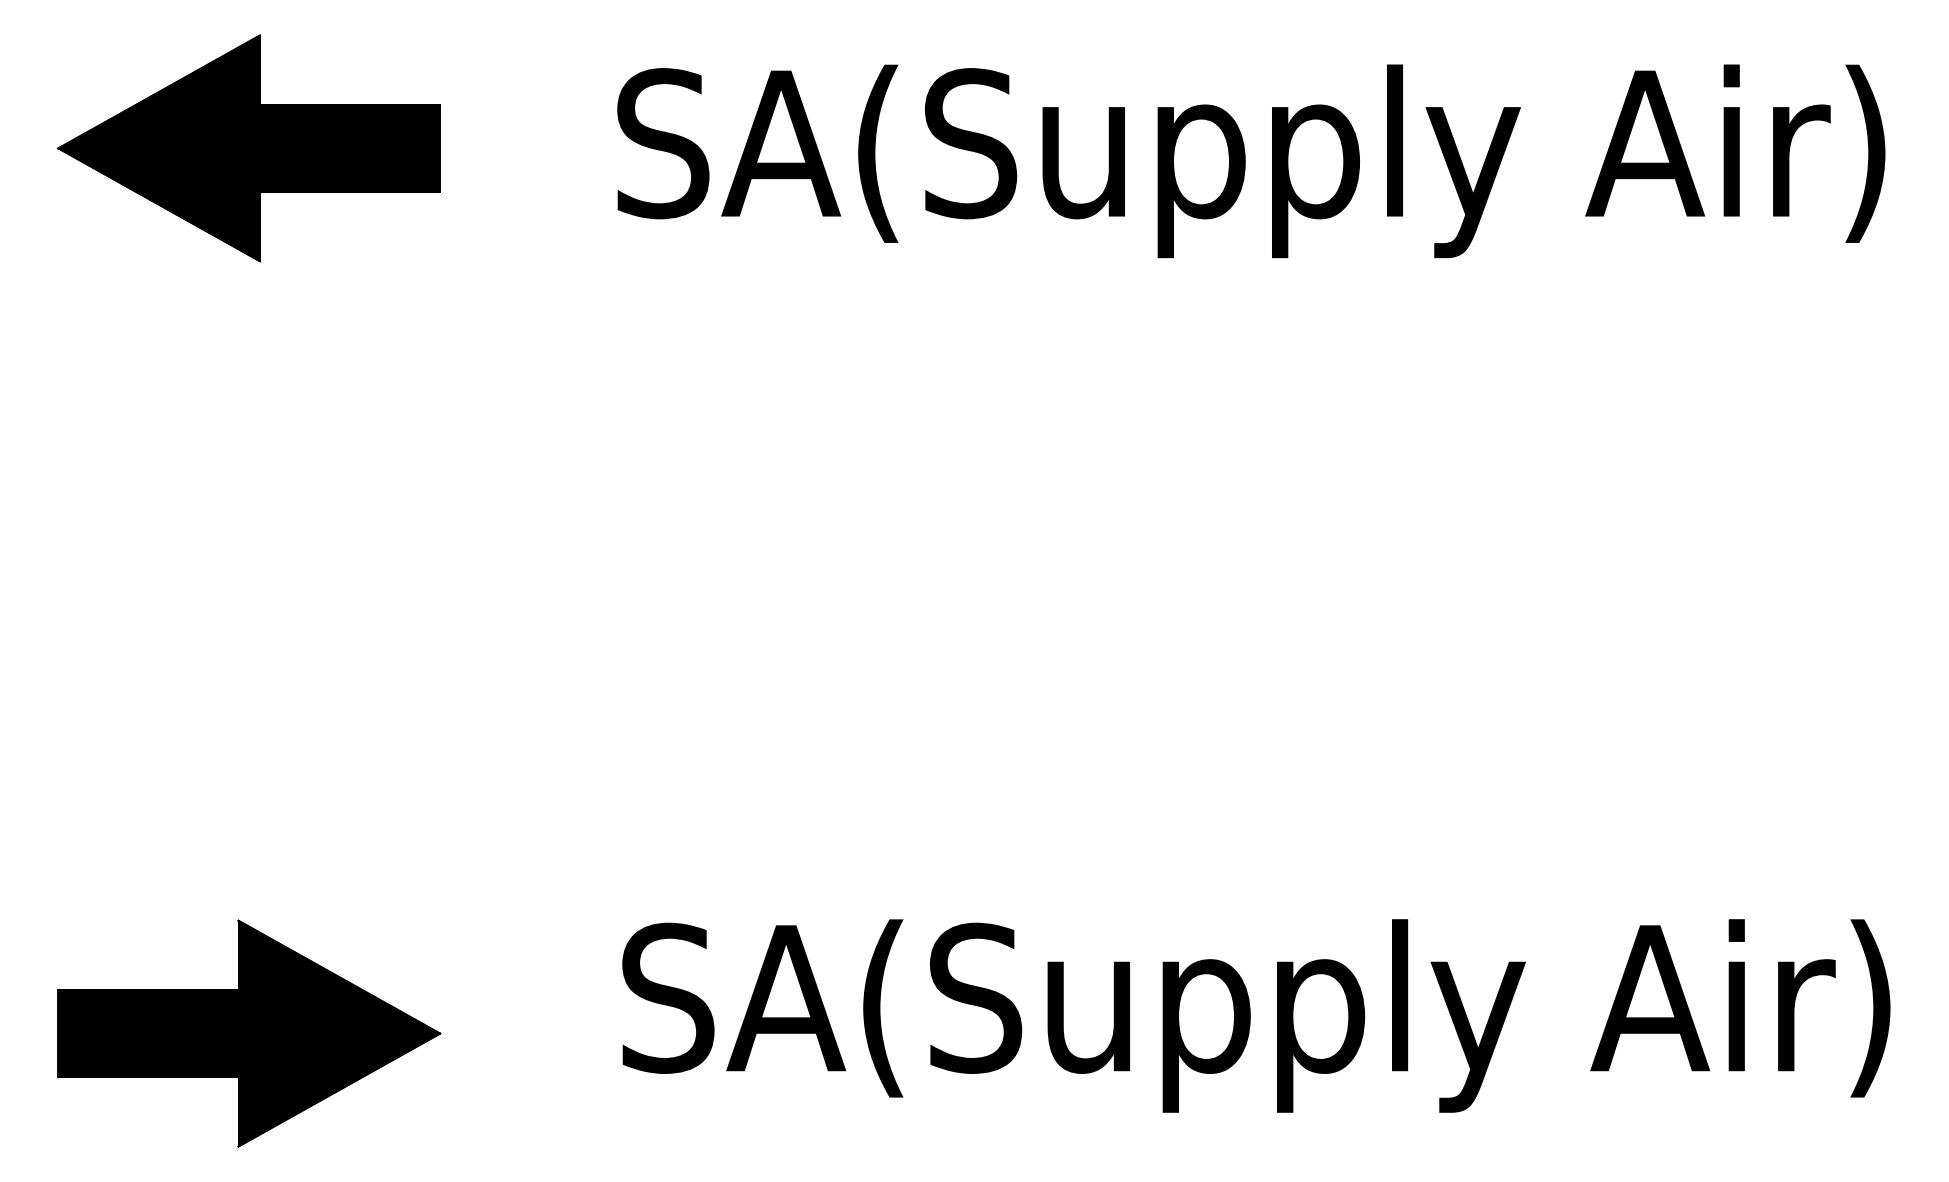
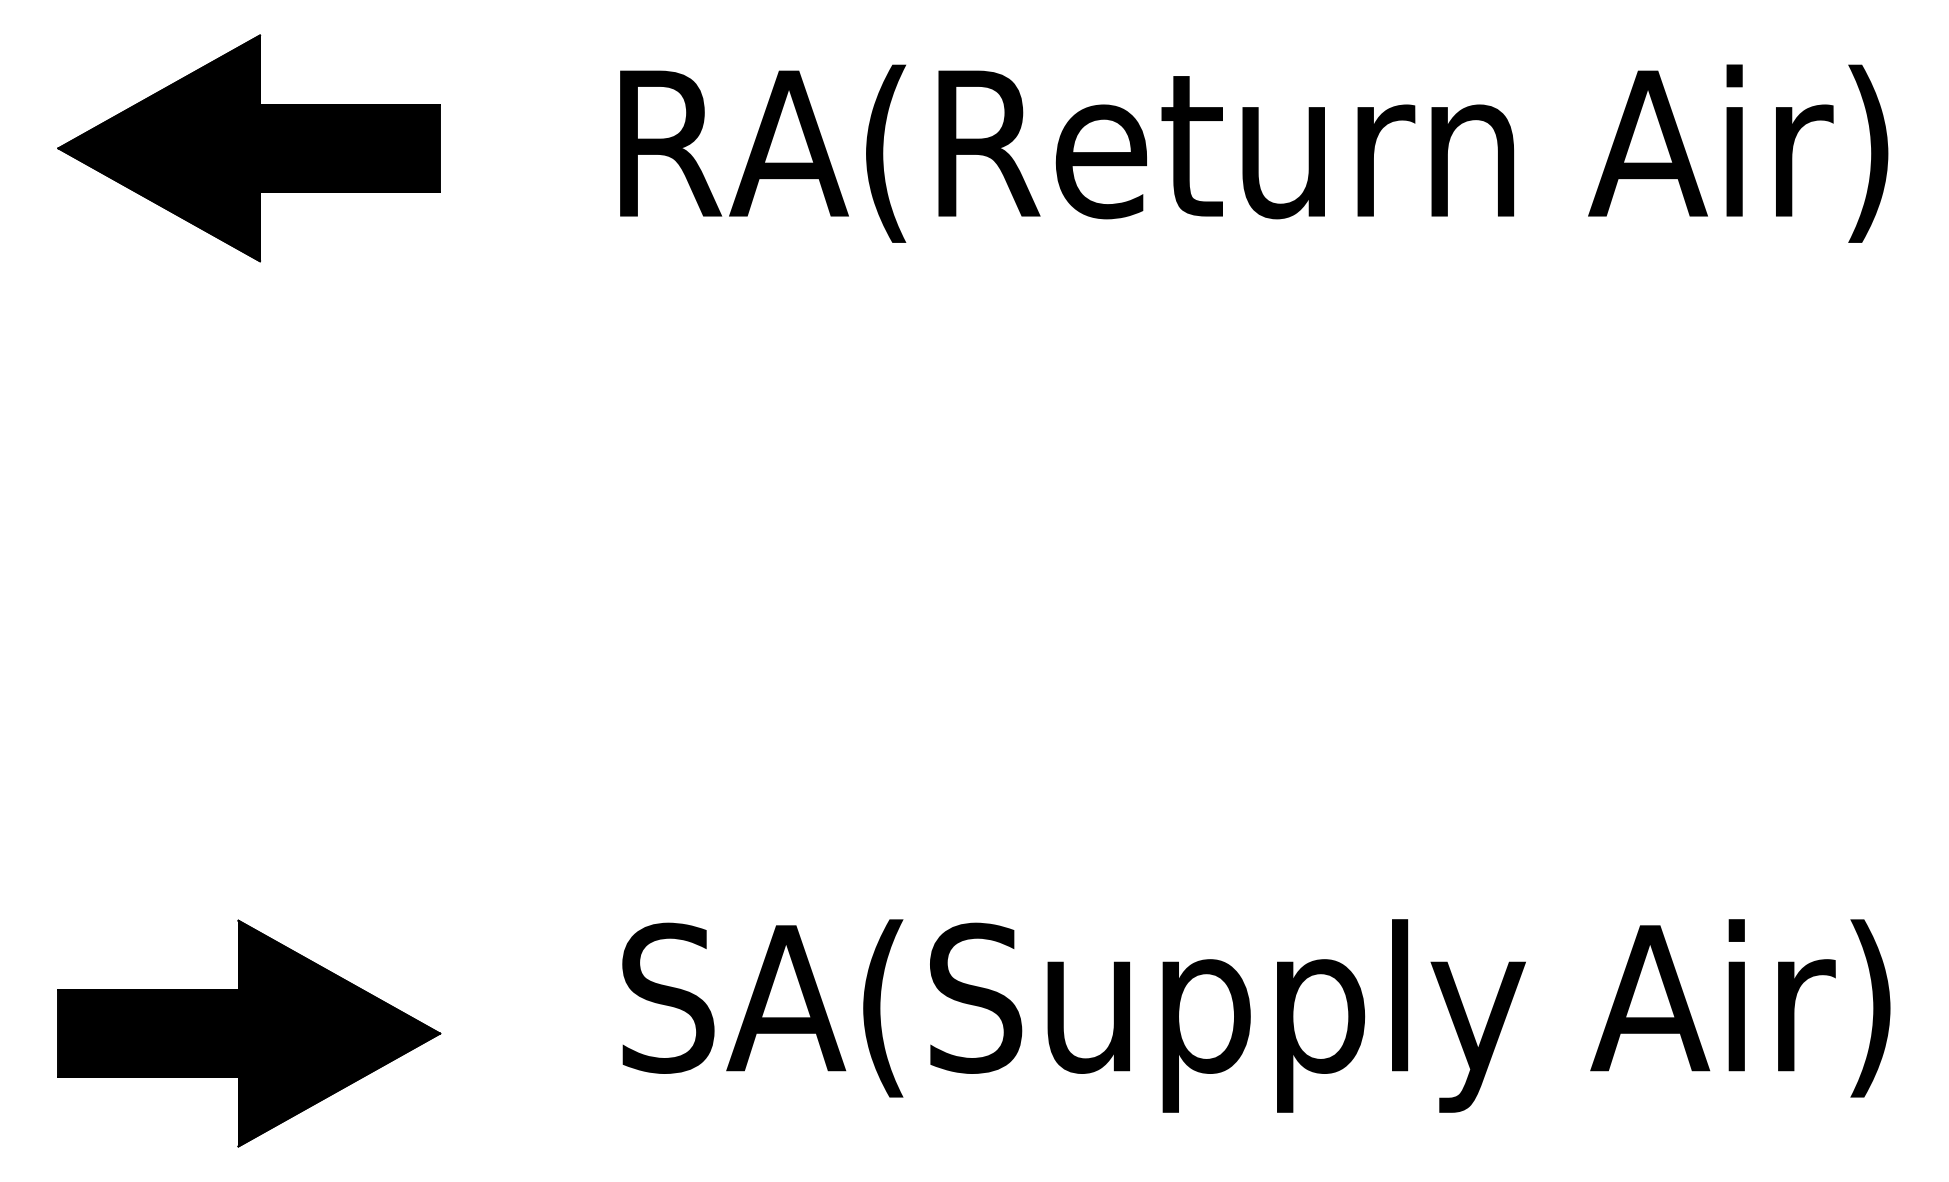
text at (1252, 161): SA(Supply Air) -> RA(Return Air)
